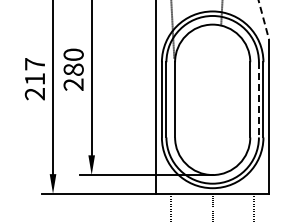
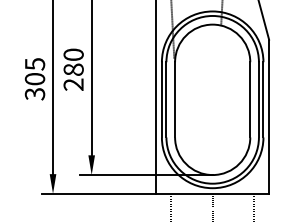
line at (263, 20): dashed -> solid
text at (34, 79): 217 -> 305
line at (258, 99): dashed -> solid
